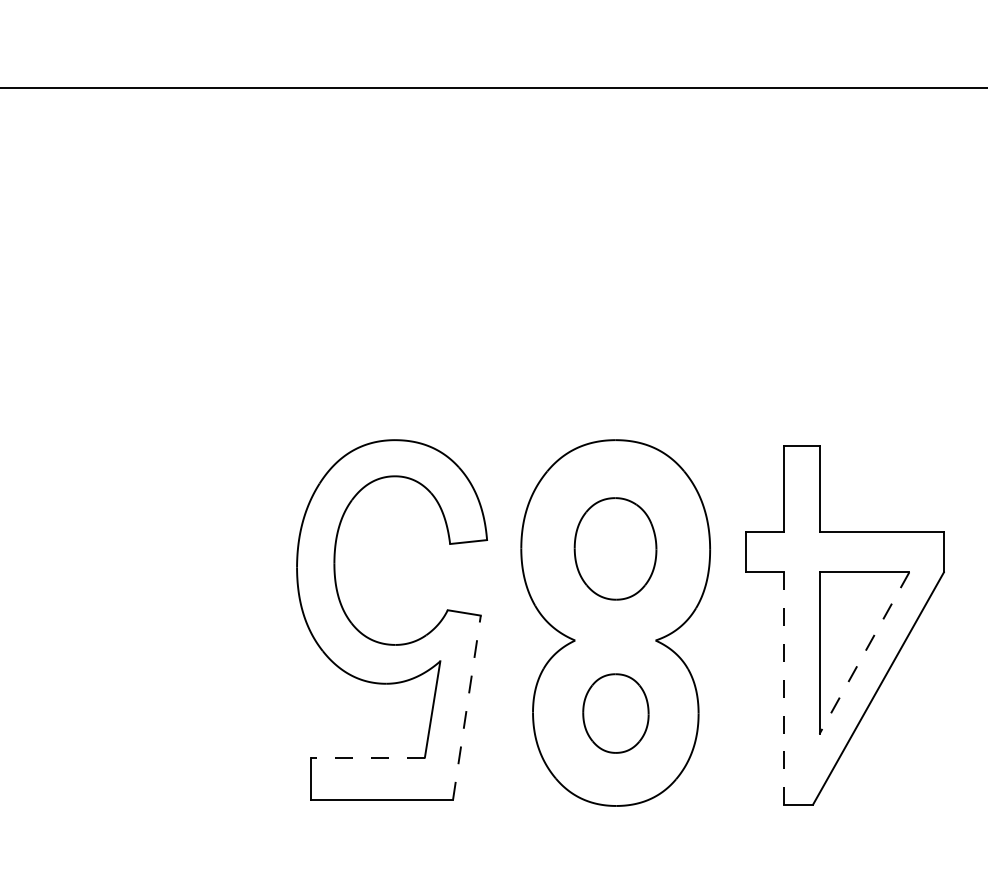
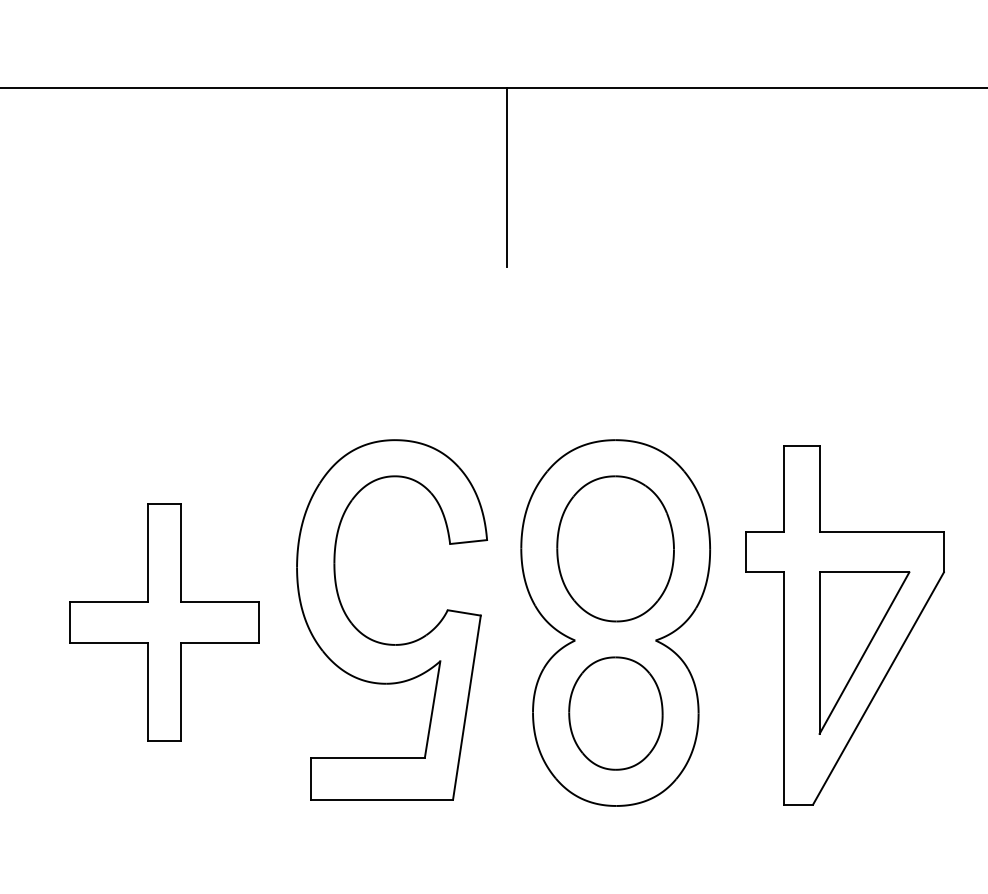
line at (506, 177): none -> present
part at (615, 548) size: 85x104 px -> 119x148 px
part at (164, 622): none -> present
line at (864, 653): dashed -> solid
line at (784, 688): dashed -> solid
line at (467, 707): dashed -> solid
part at (615, 713) size: 68x81 px -> 96x115 px
line at (367, 757): dashed -> solid
